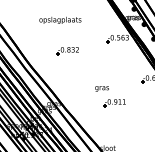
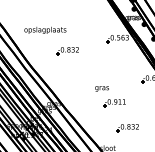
text at (60, 19) position: (60, 19) -> (45, 29)
part at (127, 128): none -> present
